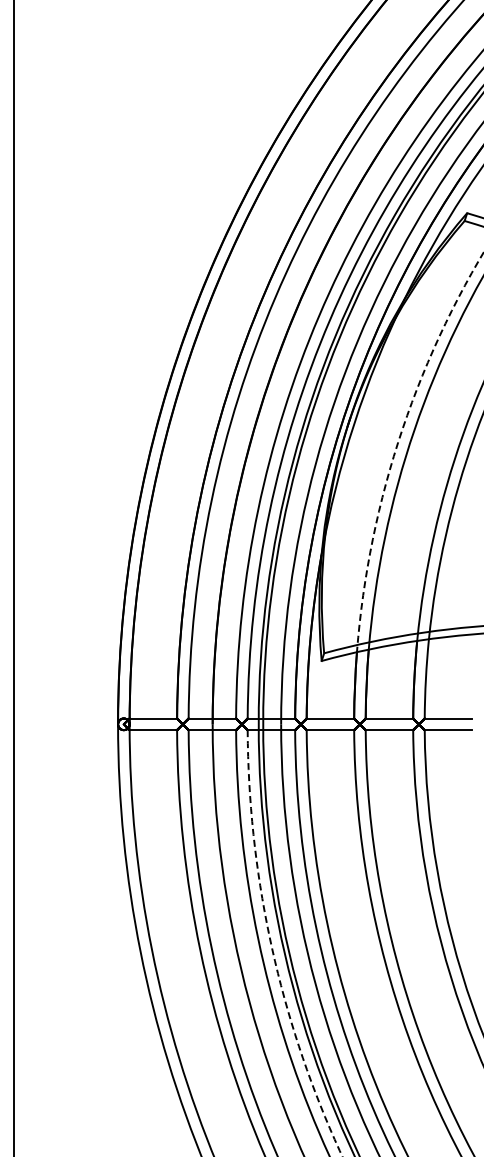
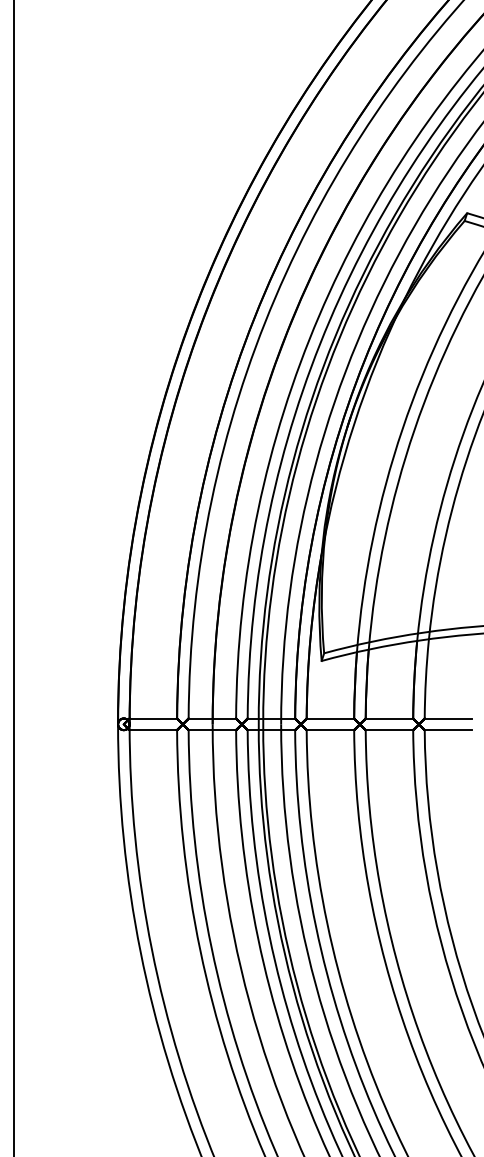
arc at (397, 445): dashed -> solid
arc at (272, 949): dashed -> solid
